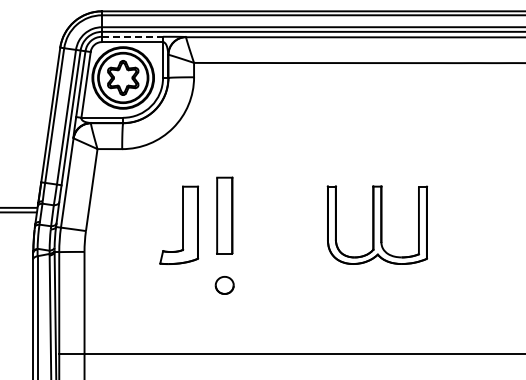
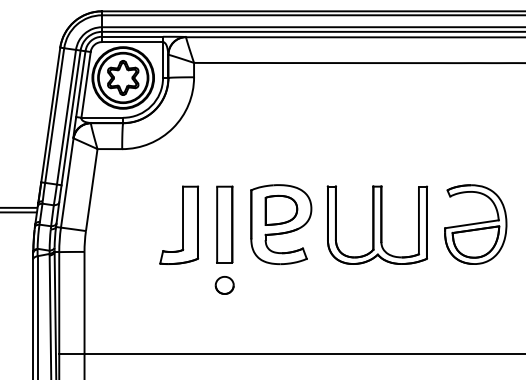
line at (132, 36): dashed -> solid
part at (224, 215) position: (224, 215) -> (224, 224)
part at (281, 224): none -> present
part at (475, 224): none -> present
